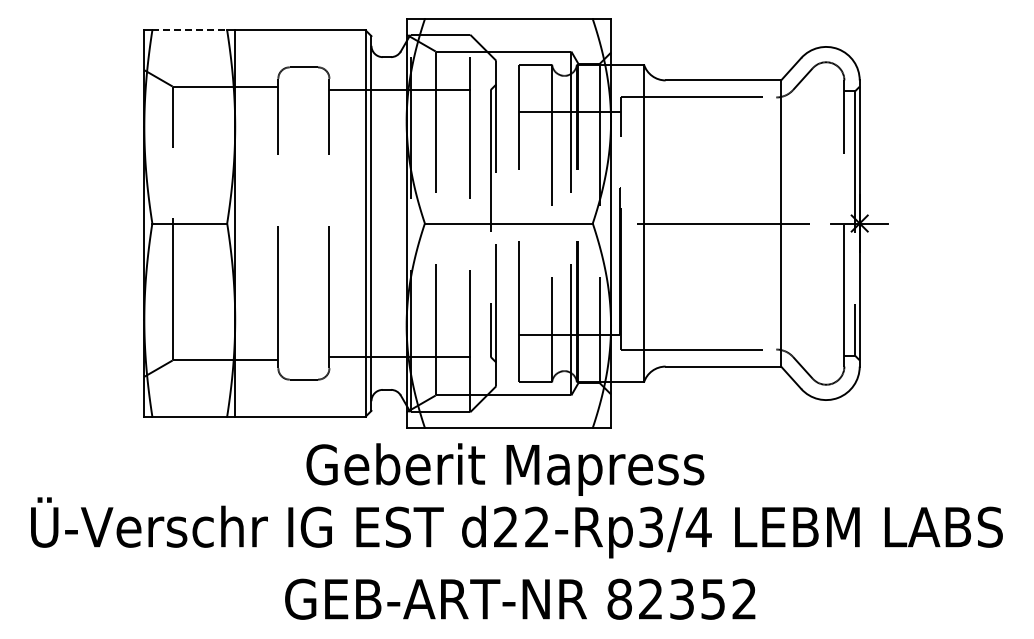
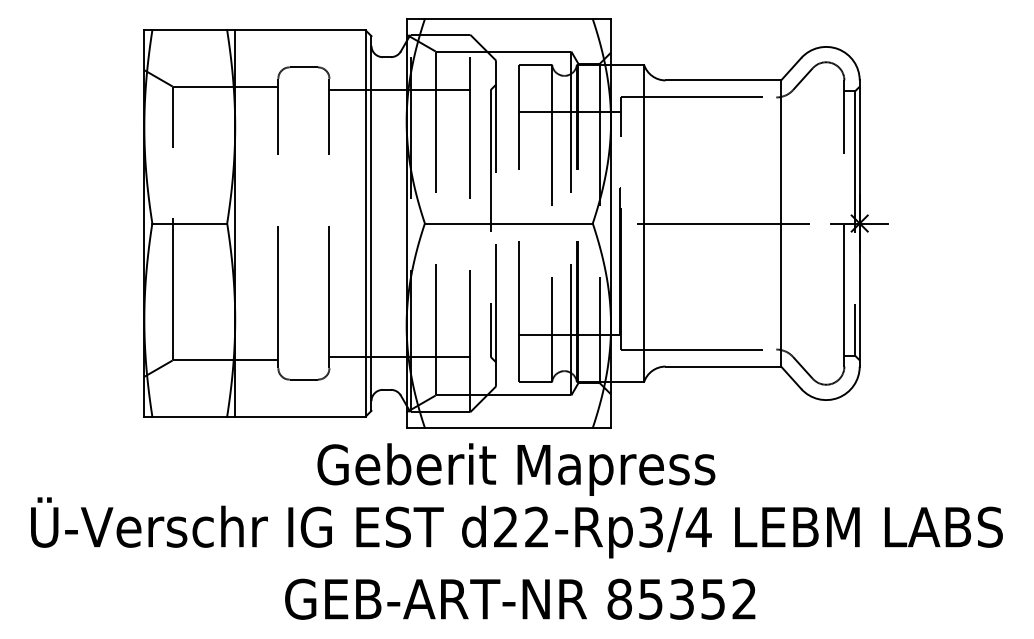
line at (190, 30): dashed -> solid
text at (505, 469) position: (505, 469) -> (516, 469)
text at (650, 598): 82352 -> 85352
